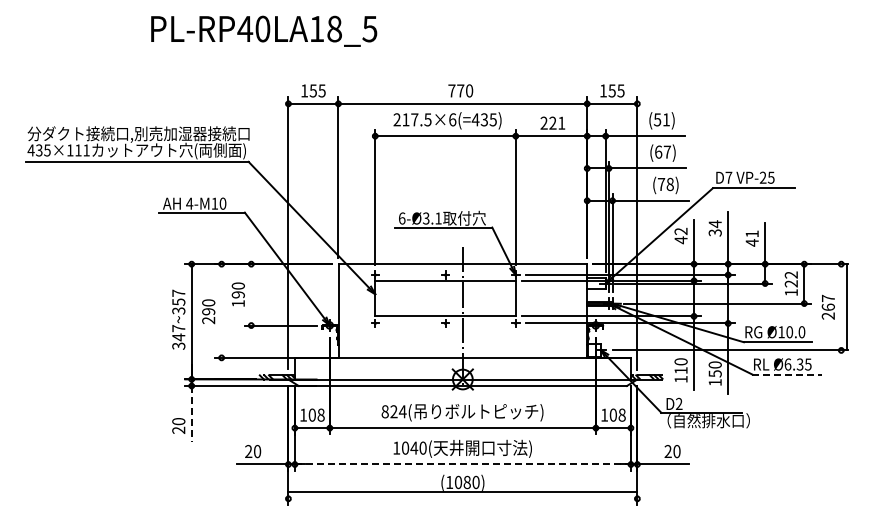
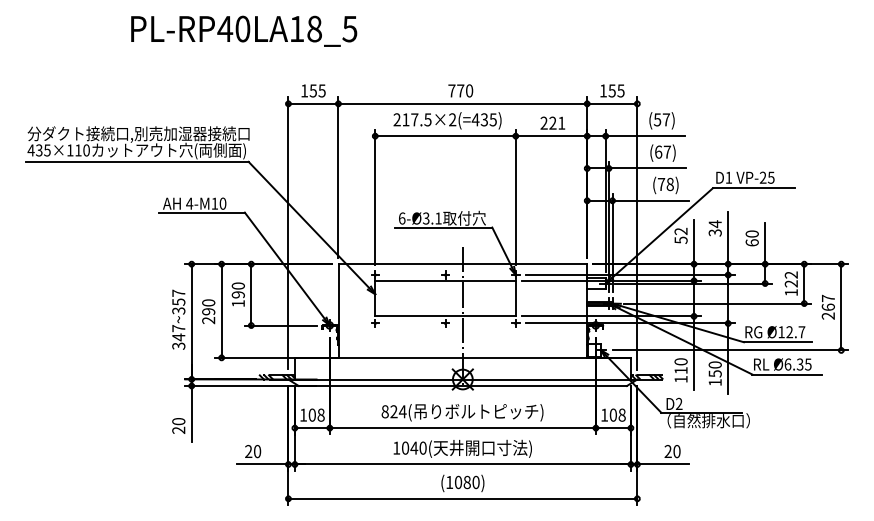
text at (264, 30) position: (264, 30) -> (244, 30)
text at (452, 119): 217.5×6(=435) -> 217.5×2(=435)
text at (665, 119): (51) -> (57)
text at (86, 150): 435×111 -> 435×110
text at (728, 177): D7 -> D1
text at (751, 238): 41 -> 60
text at (680, 240): 42 -> 52
line at (251, 294): none -> present
line at (847, 307) position: (847, 307) -> (841, 307)
line at (221, 310): none -> present
text at (795, 332): Ø10.0 -> Ø12.7
line at (787, 374): dashed -> solid
line at (191, 413): dashed -> solid
line at (463, 464): dashed -> solid
line at (462, 491) position: (462, 491) -> (462, 498)
